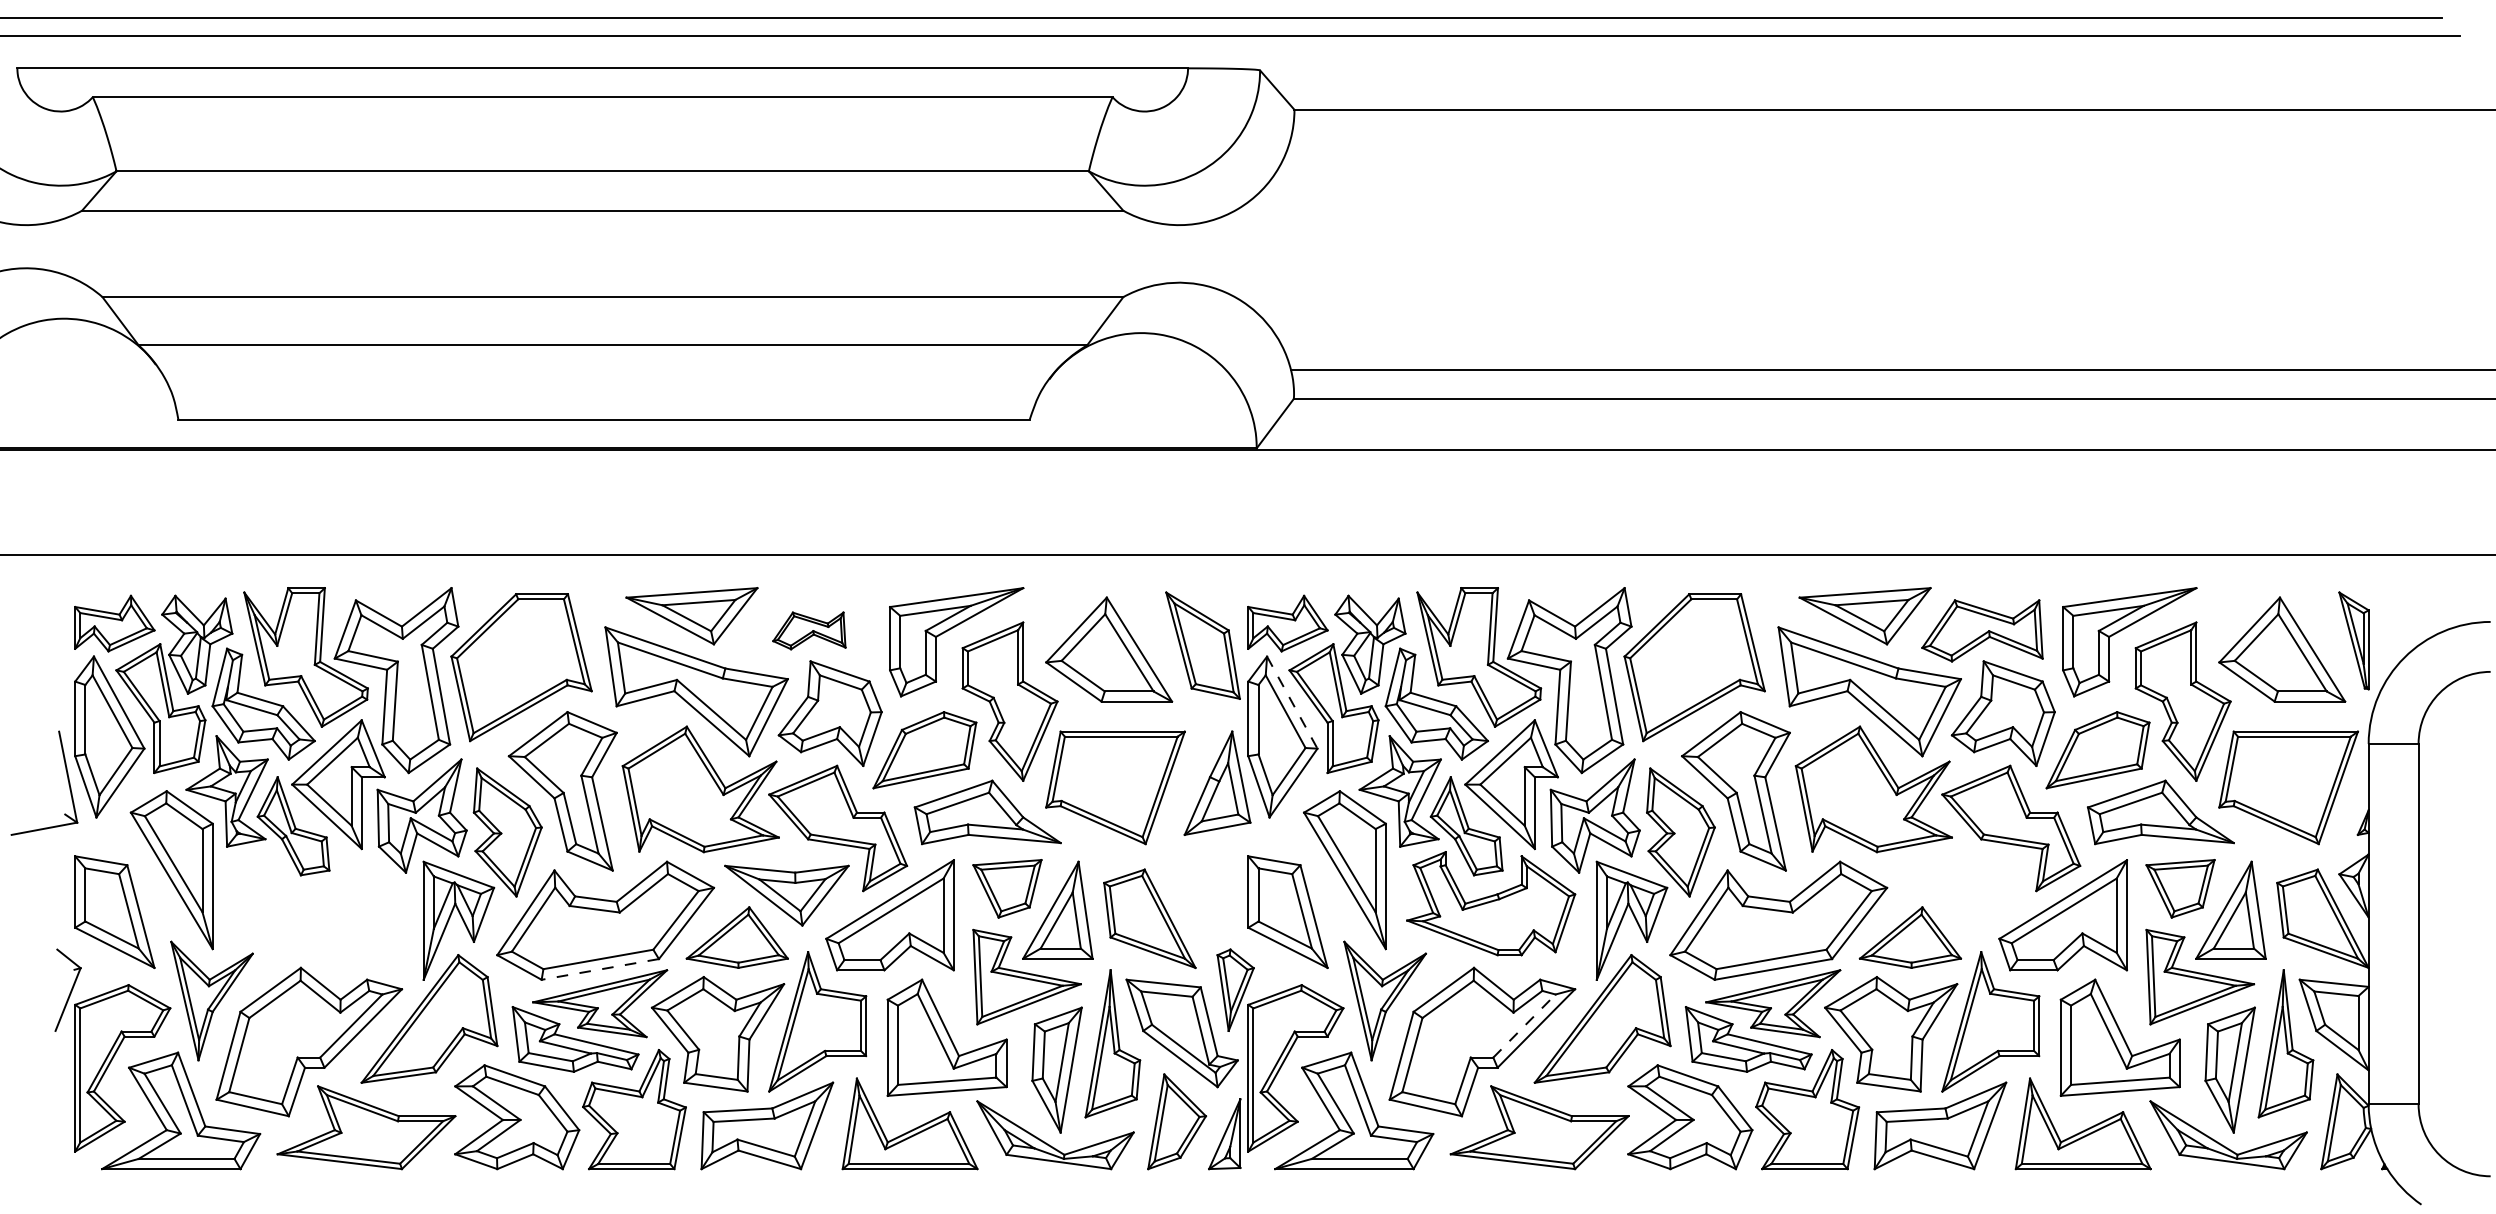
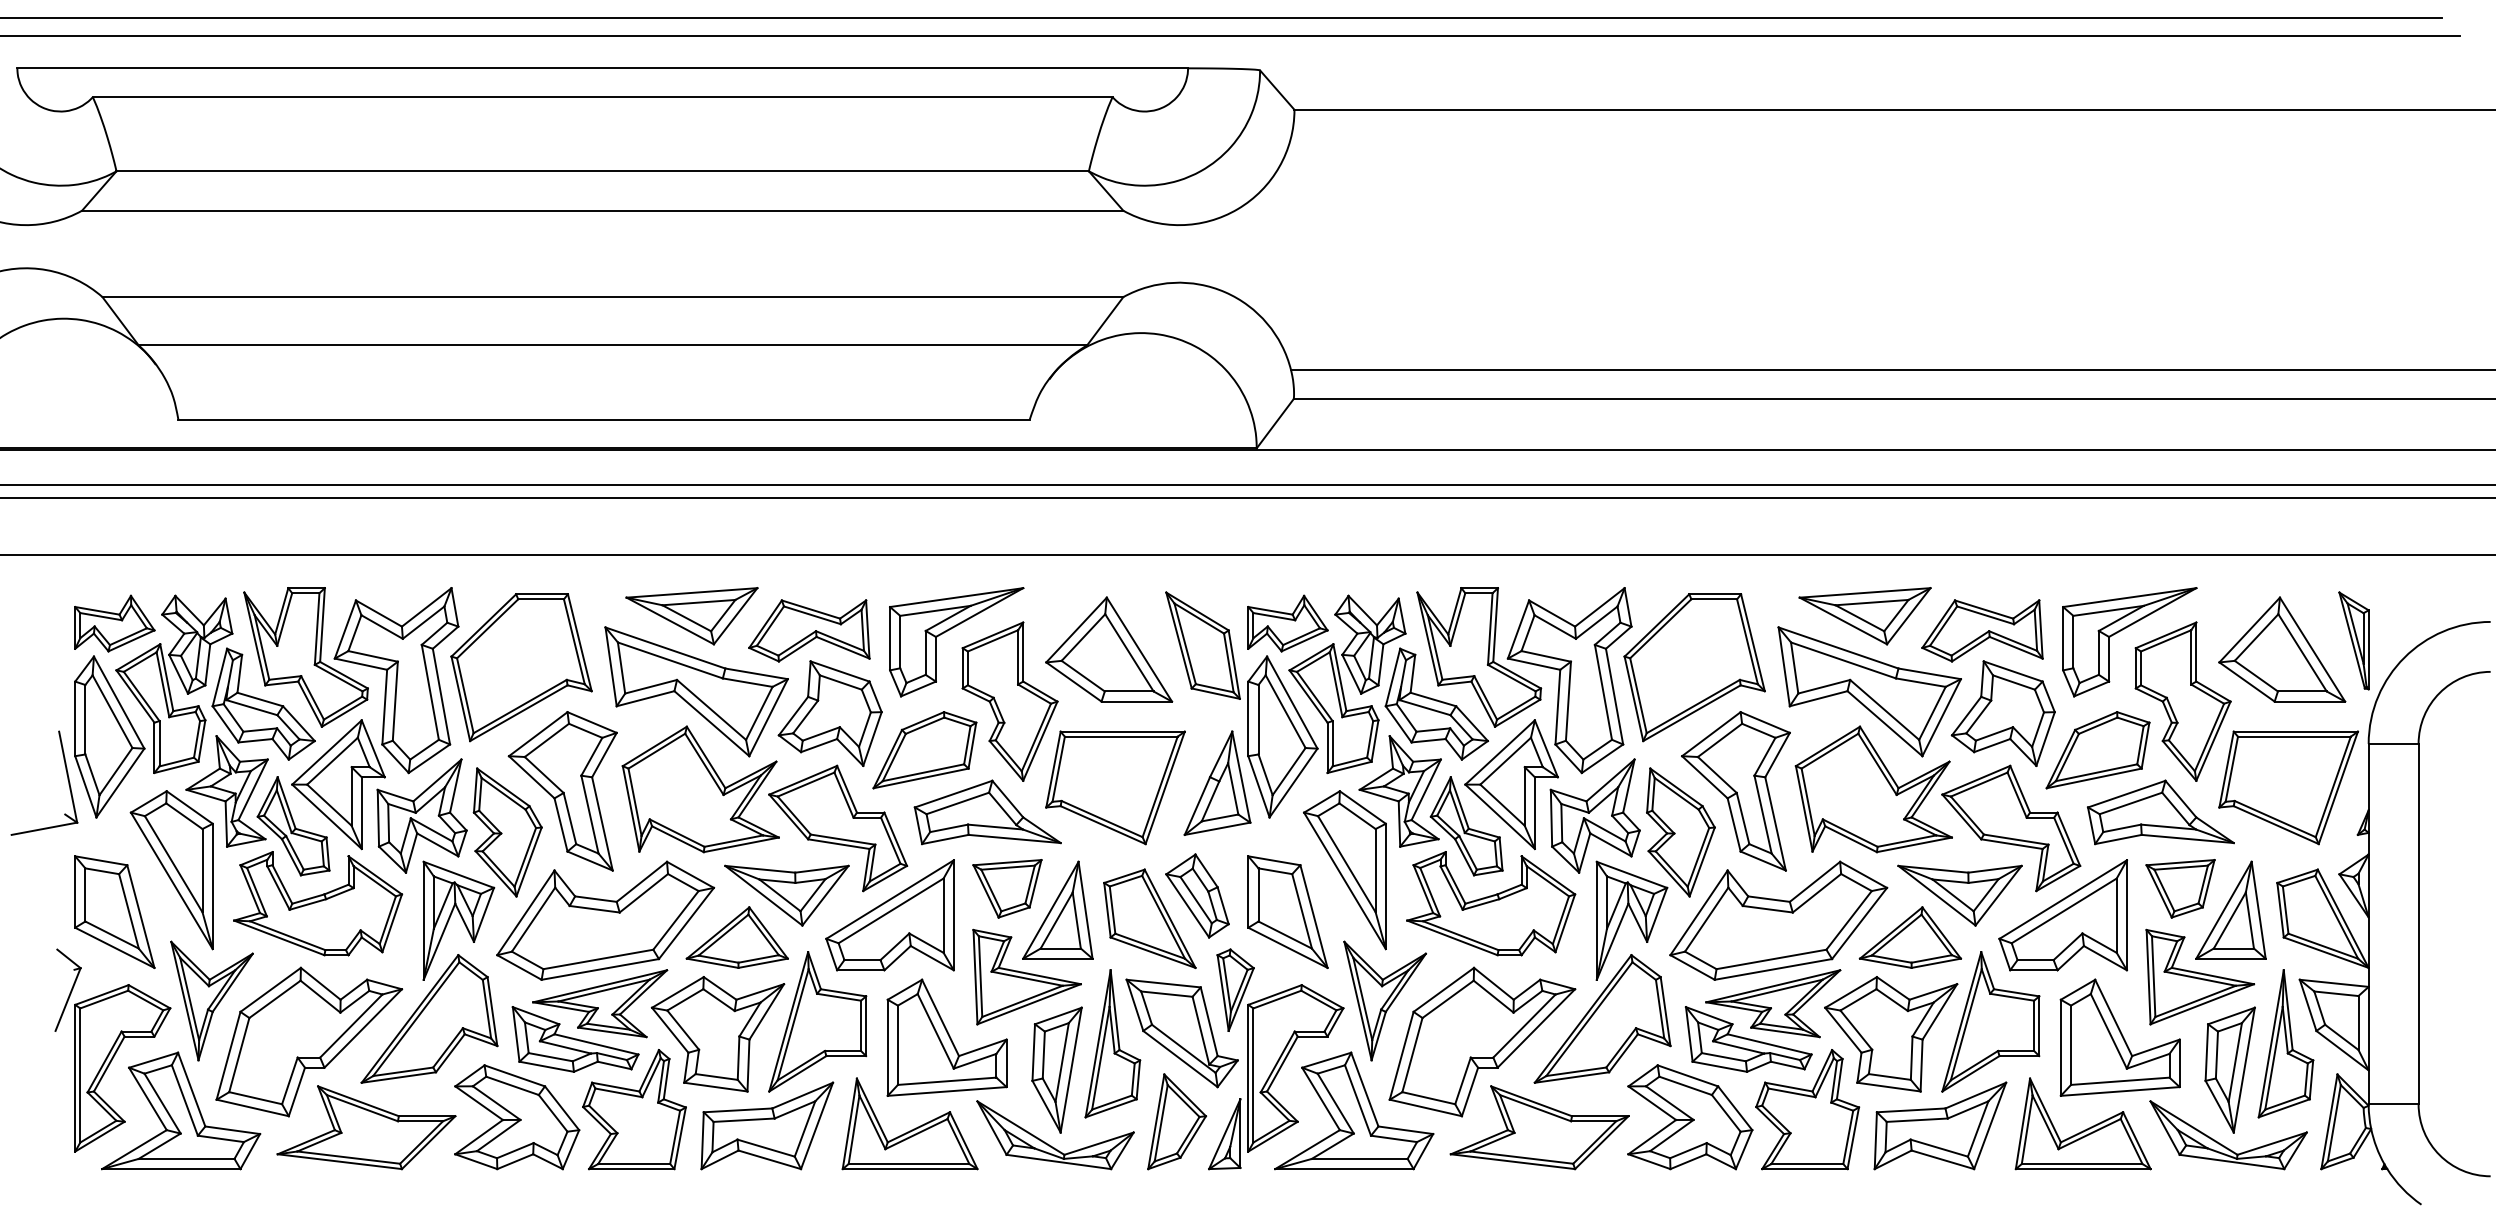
line at (1247, 484): none -> present
line at (1247, 497): none -> present
part at (809, 630) size: 75x40 px -> 123x64 px
line at (1292, 703): dashed -> solid
part at (1197, 895): none -> present
part at (1959, 895): none -> present
part at (318, 903): none -> present
line at (600, 969): dashed -> solid
line at (1524, 1025): dashed -> solid
